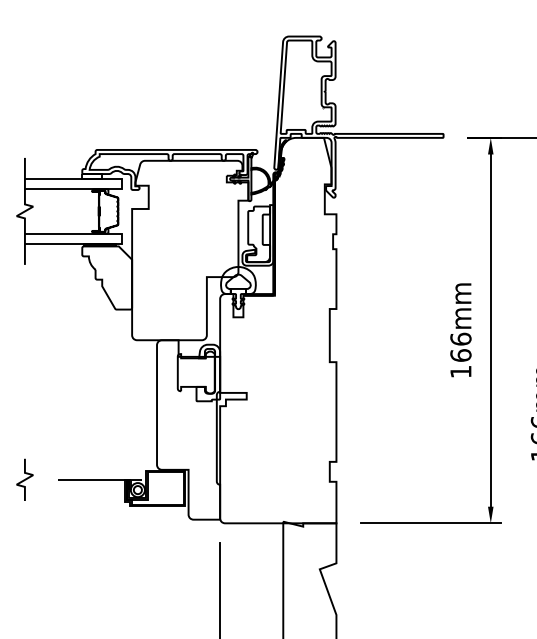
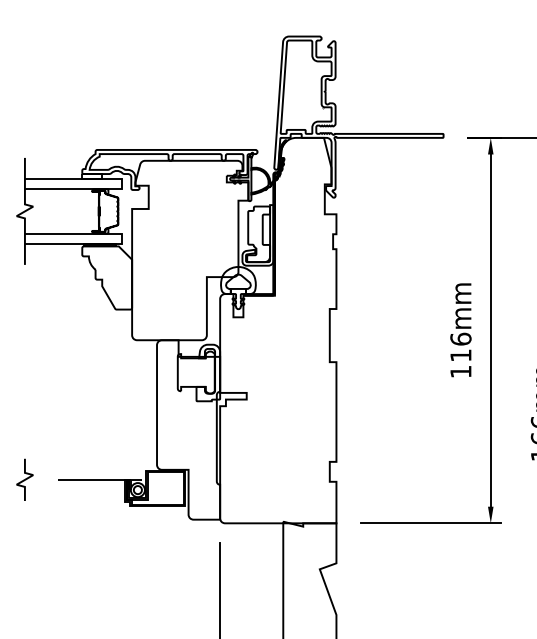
text at (460, 355): 166mm -> 116mm
